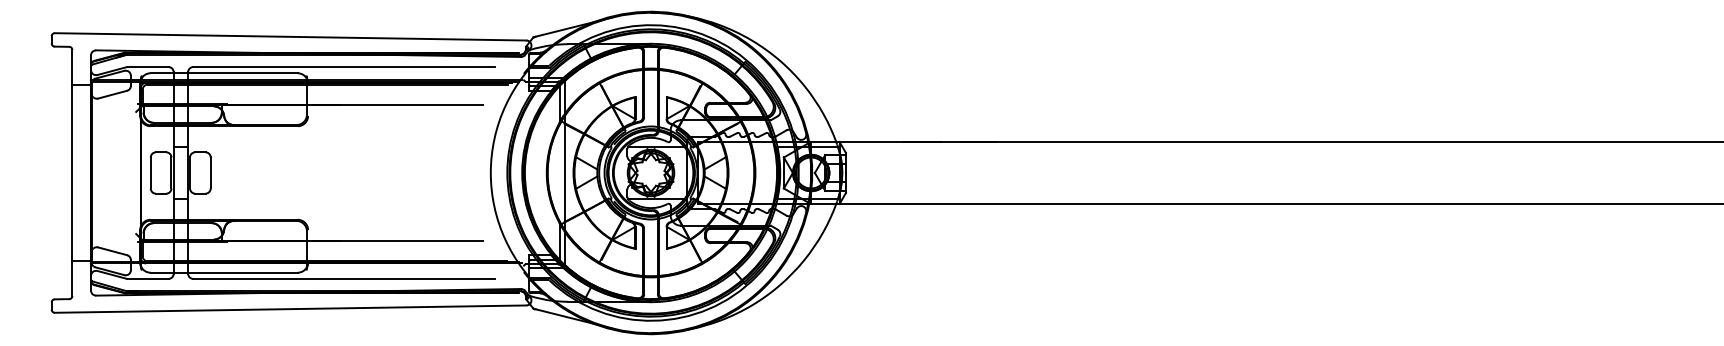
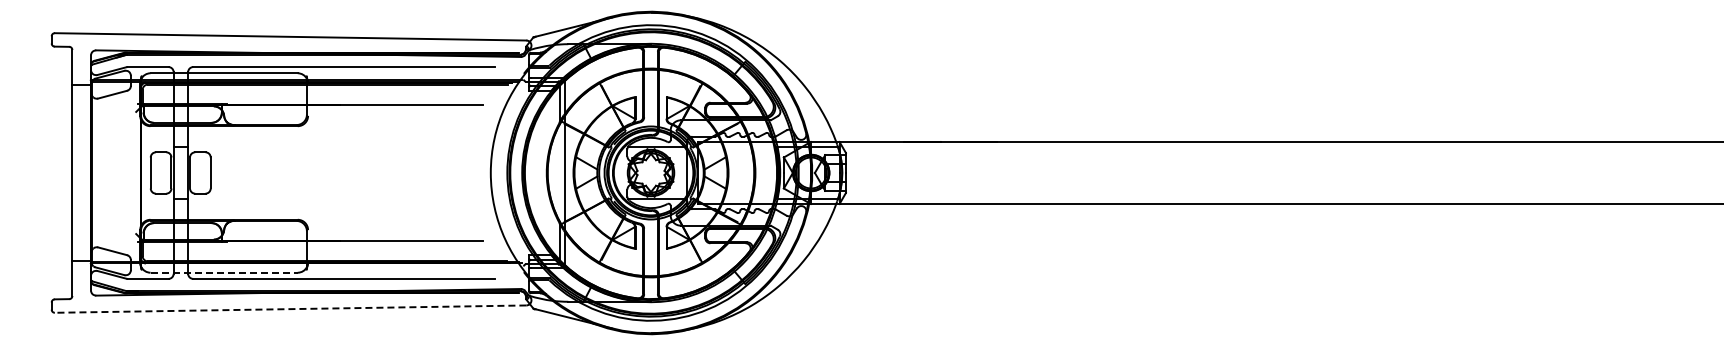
line at (224, 272): solid -> dashed
line at (290, 309): solid -> dashed
